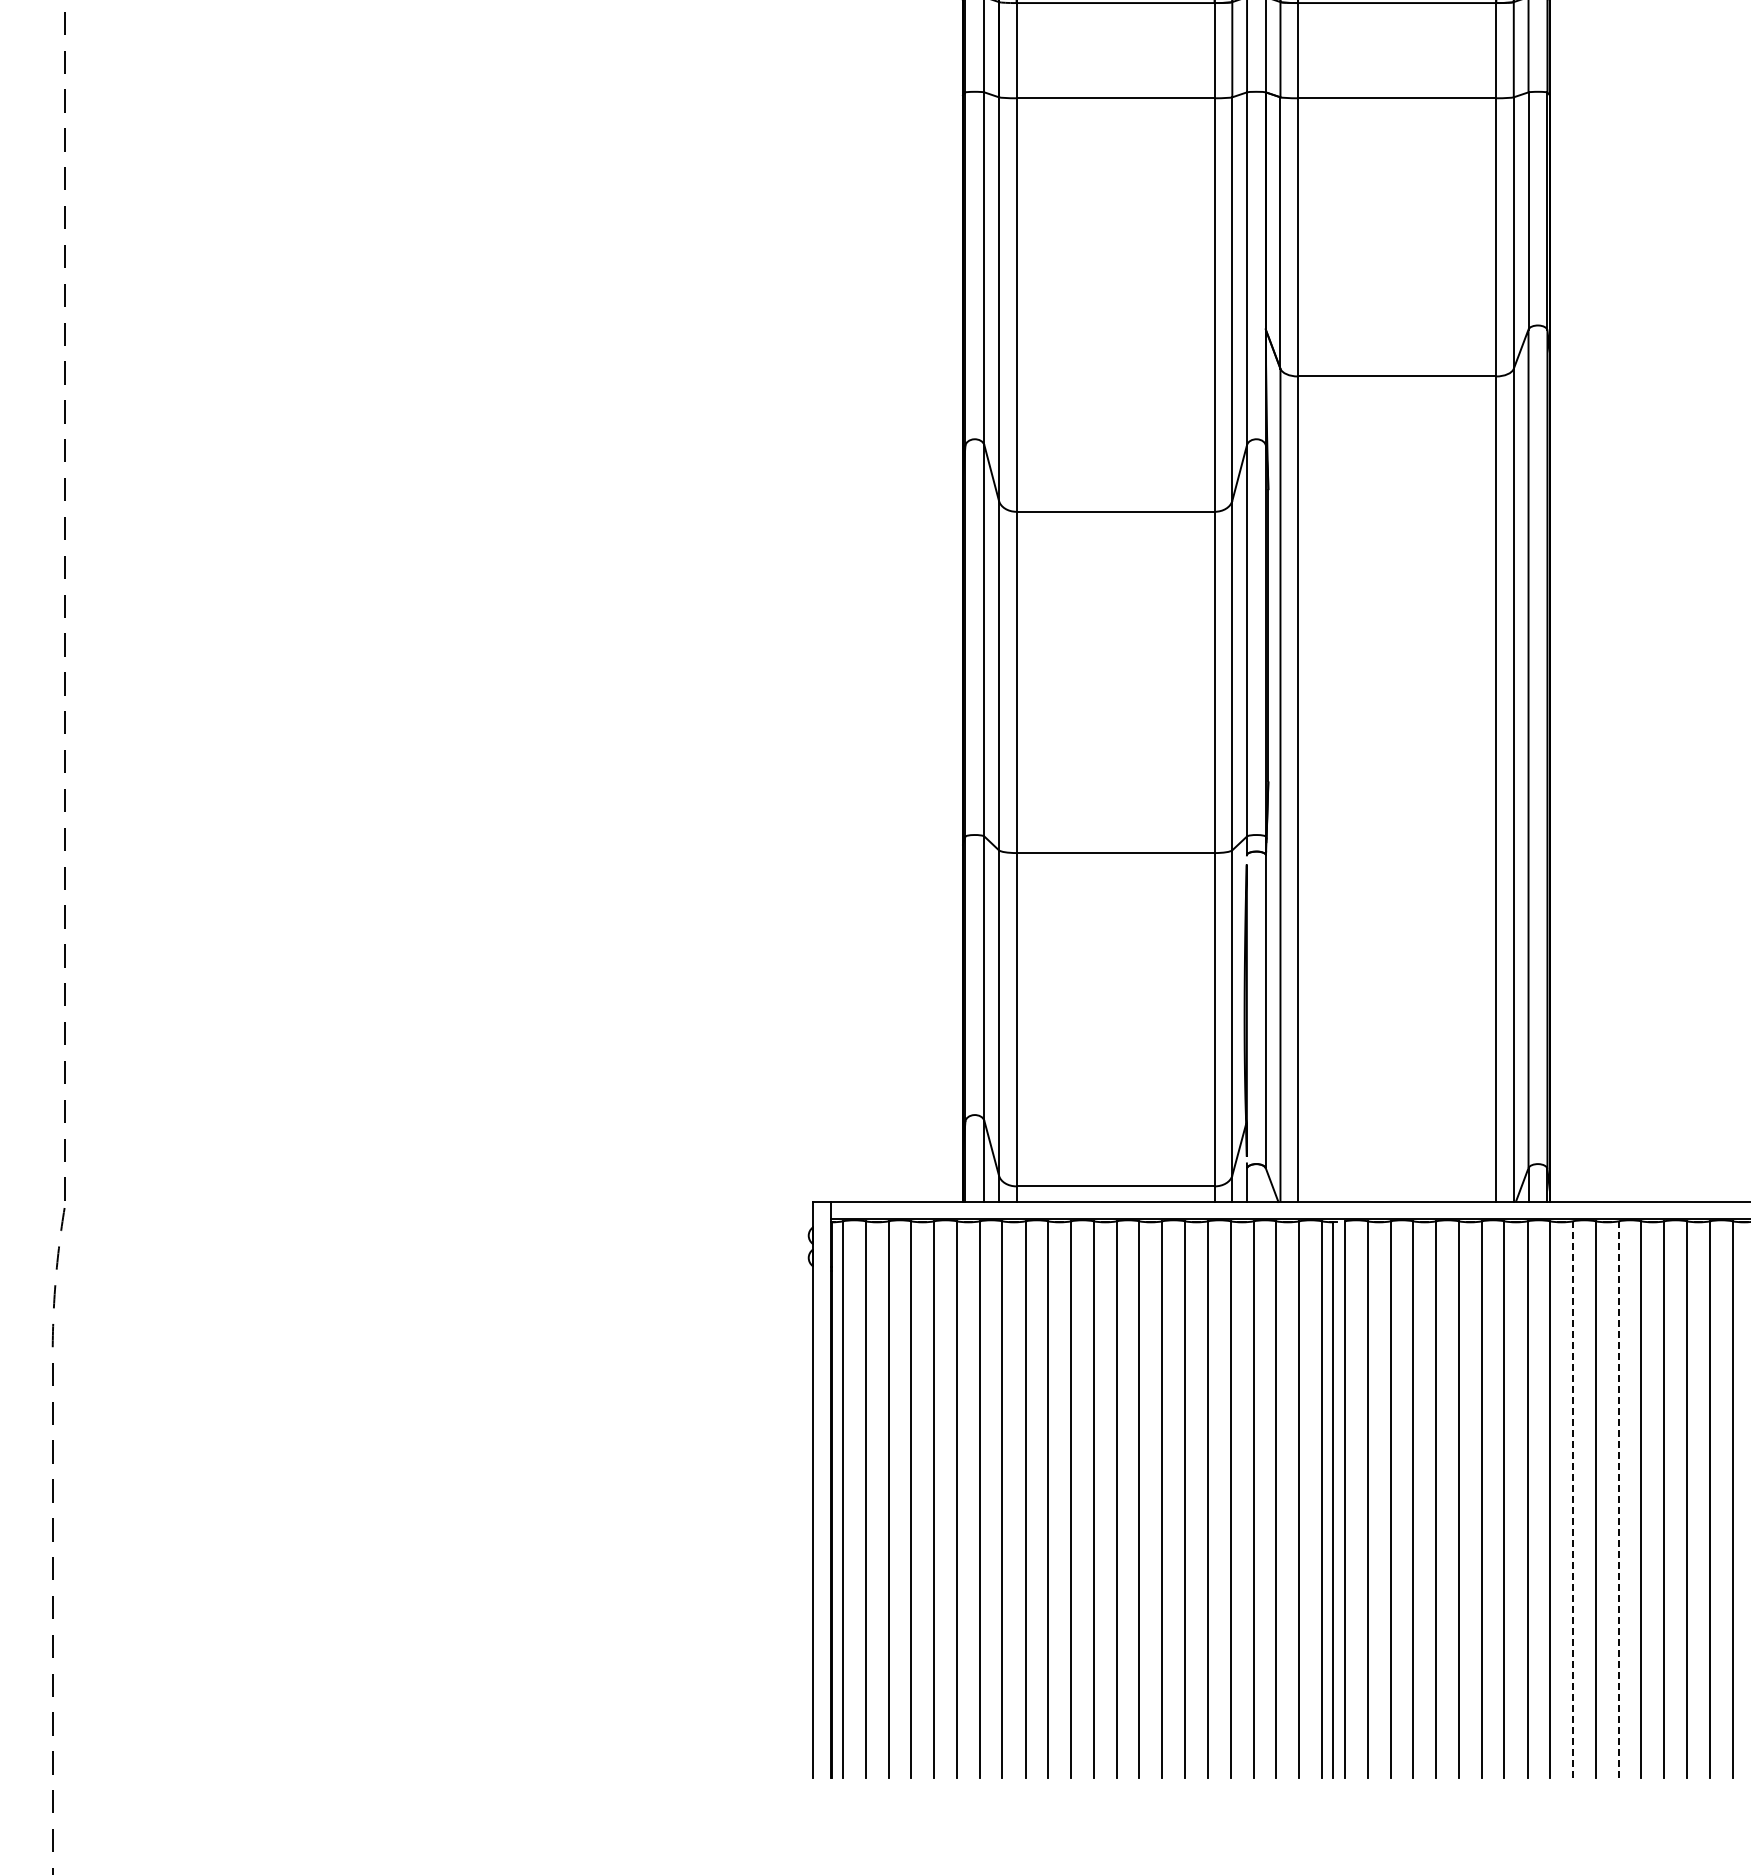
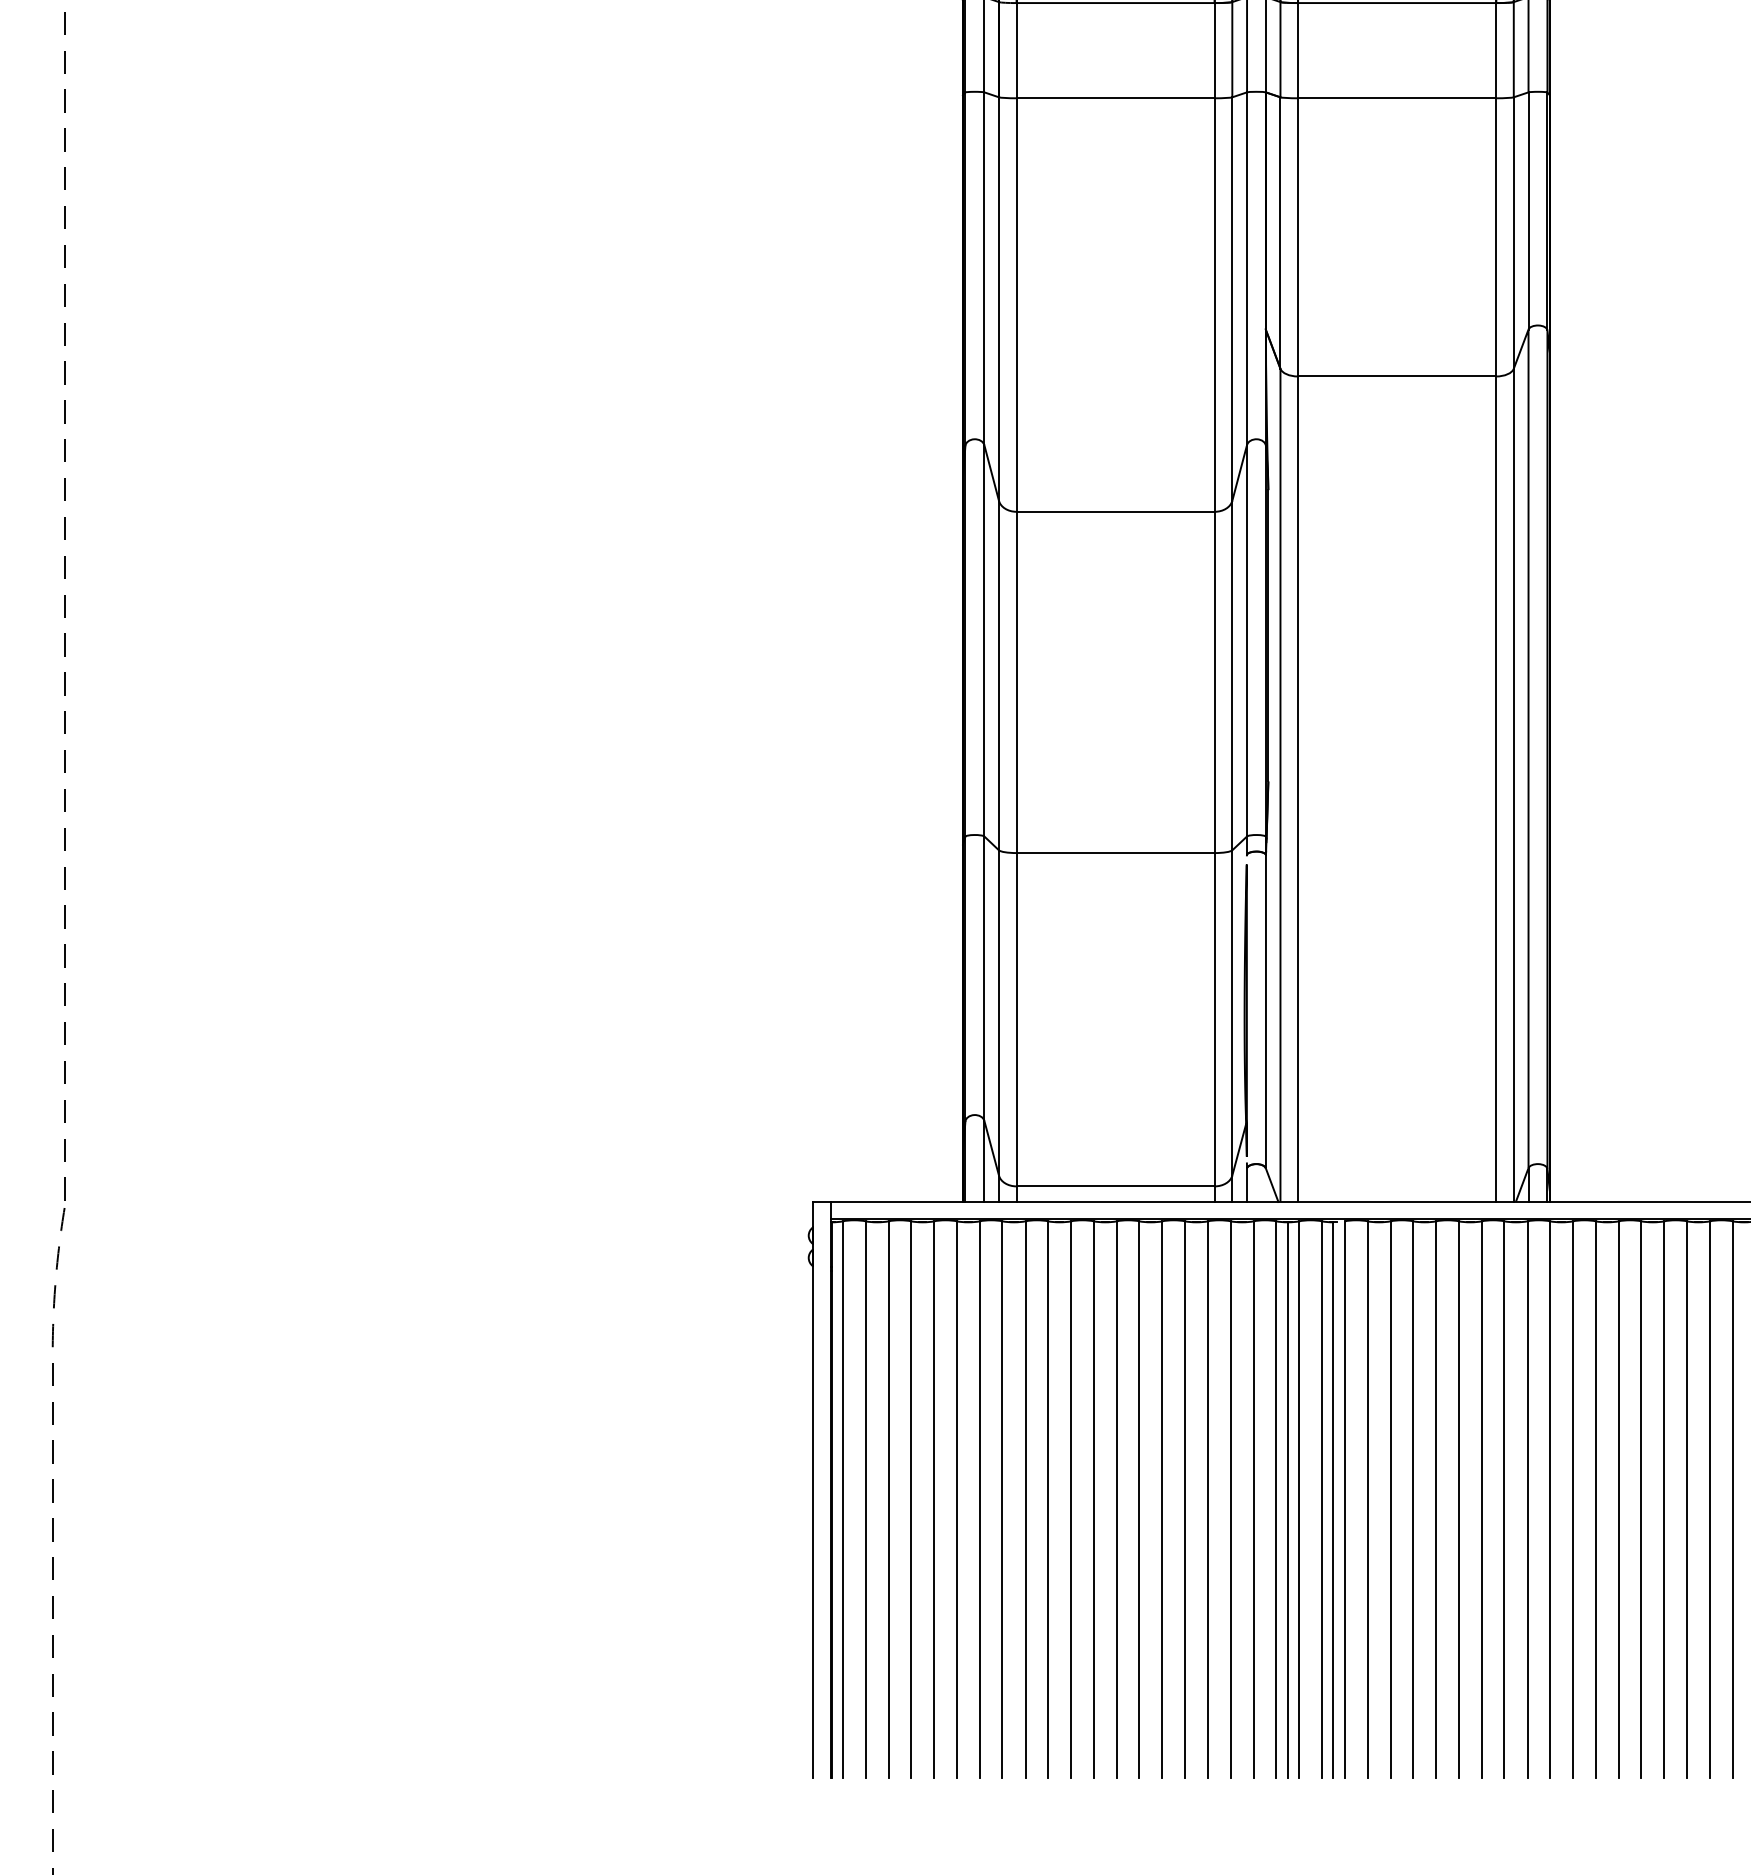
line at (1287, 1500): none -> present
line at (1573, 1500): dashed -> solid
line at (1618, 1500): dashed -> solid
